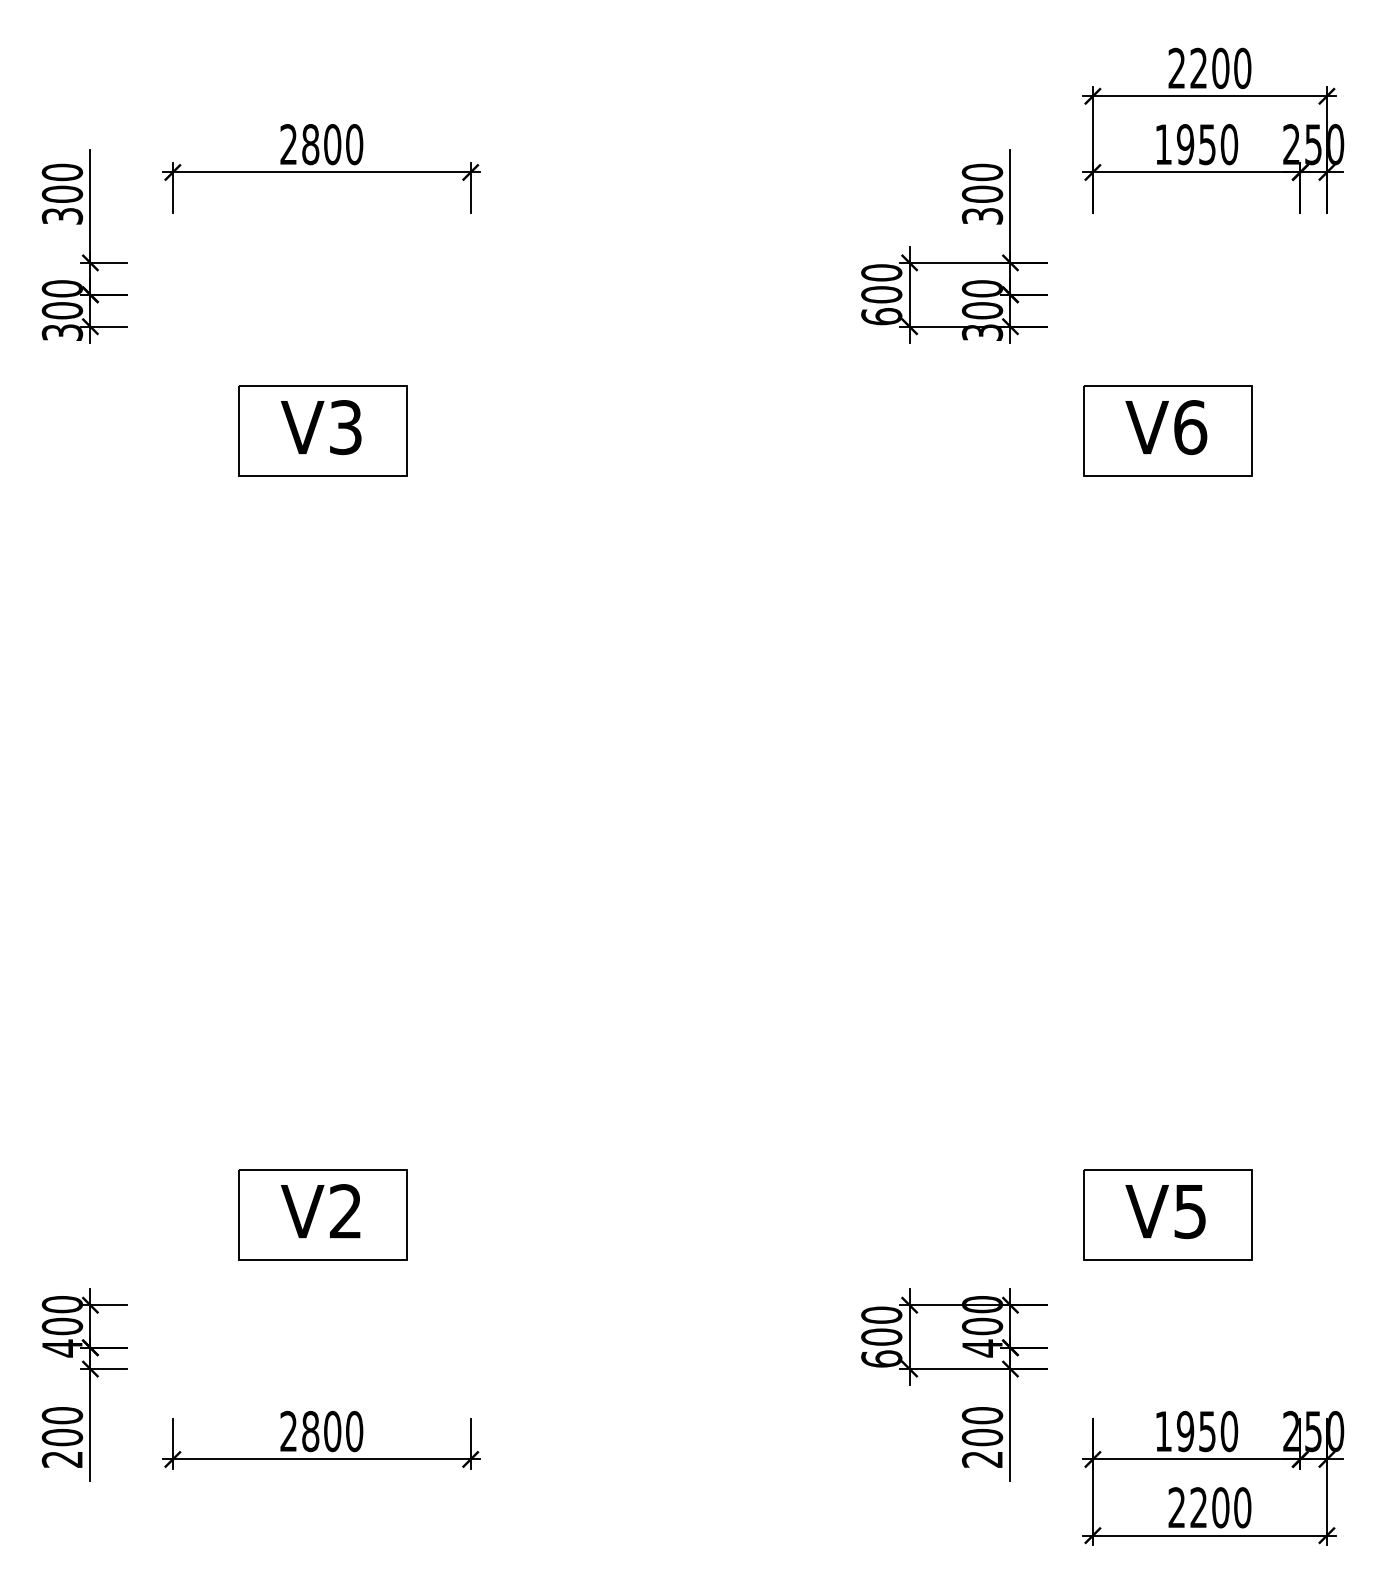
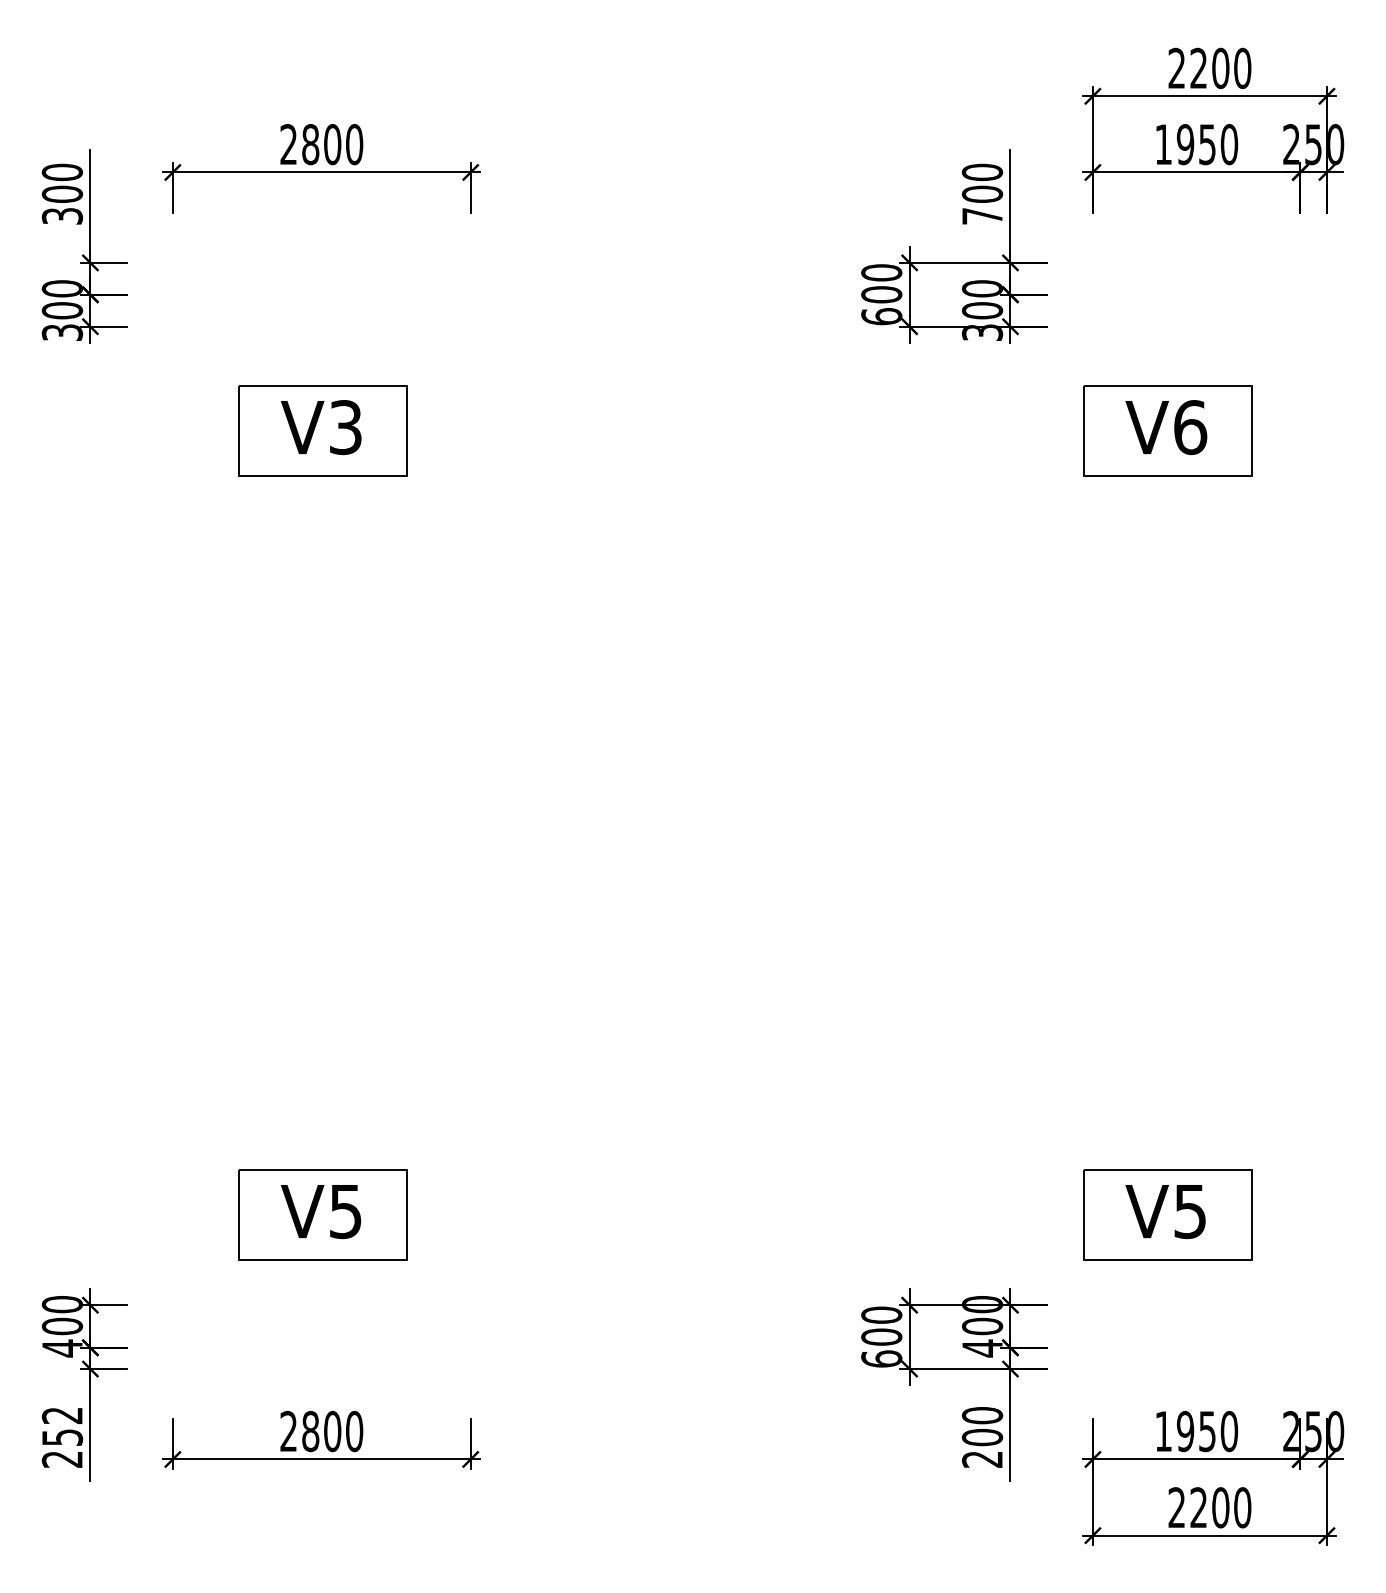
text at (982, 216): 300 -> 700
text at (345, 1211): V2 -> V5
text at (62, 1426): 200 -> 252
